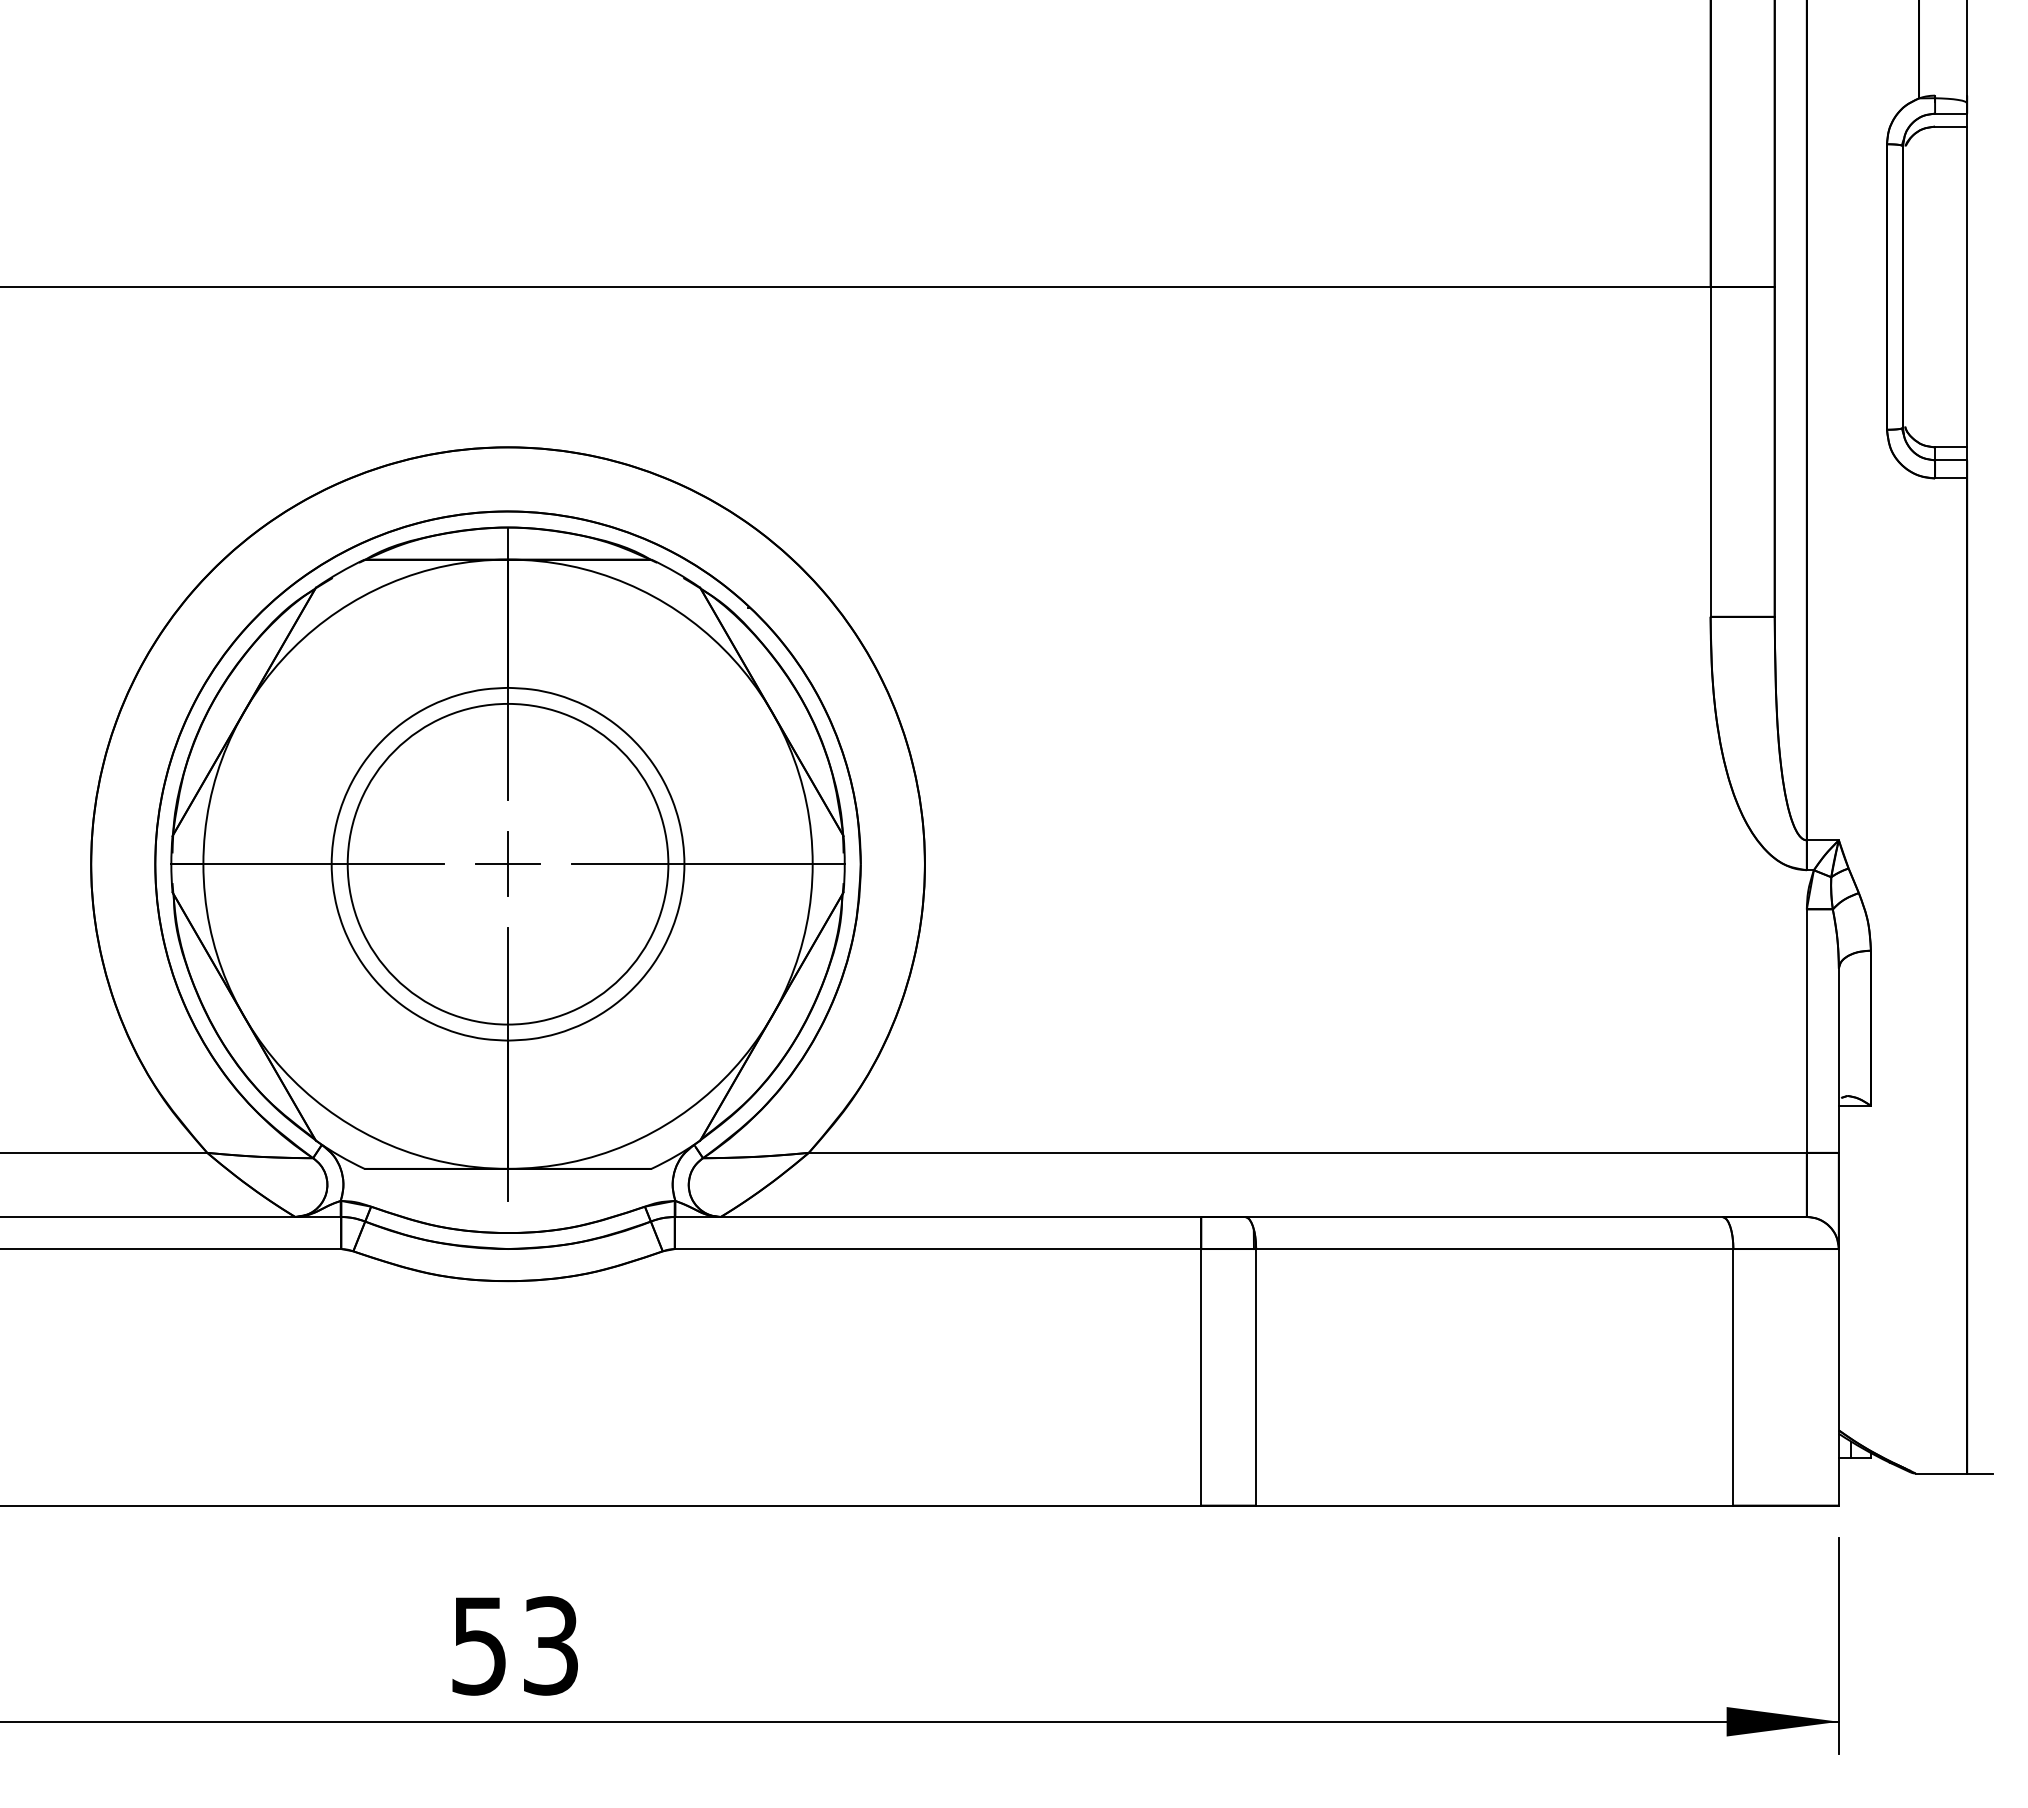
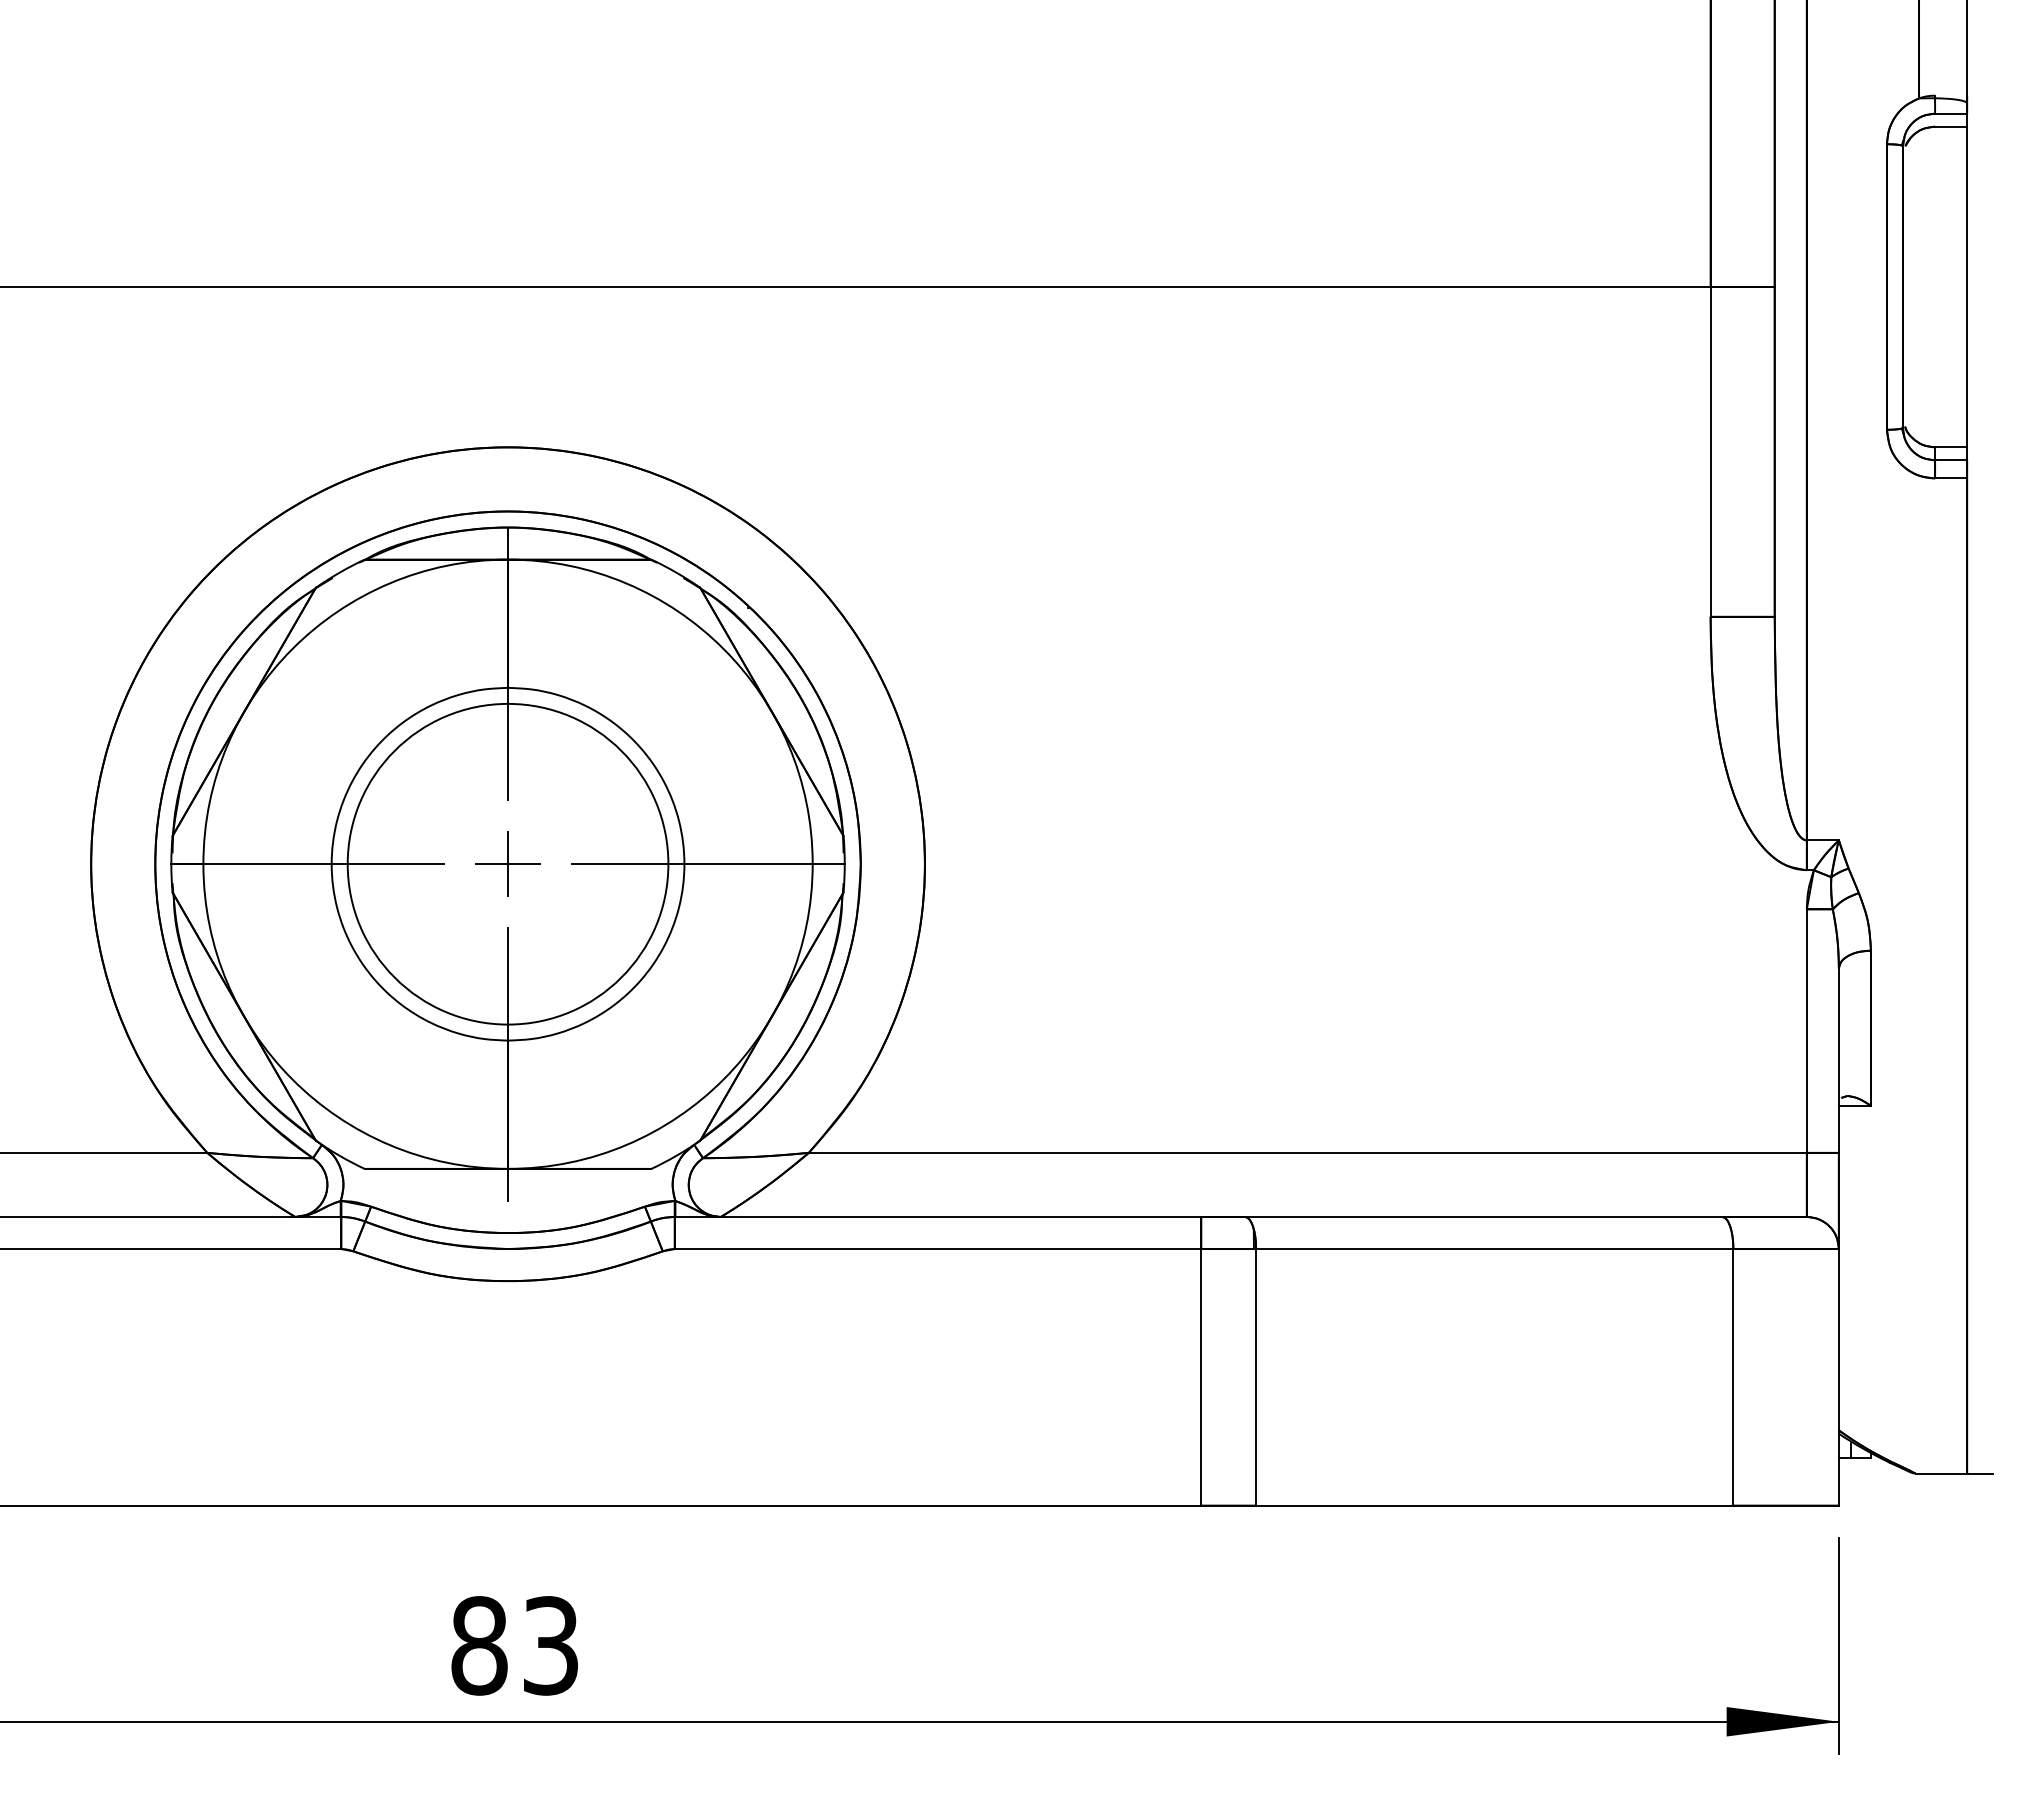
text at (479, 1645): 53 -> 83
